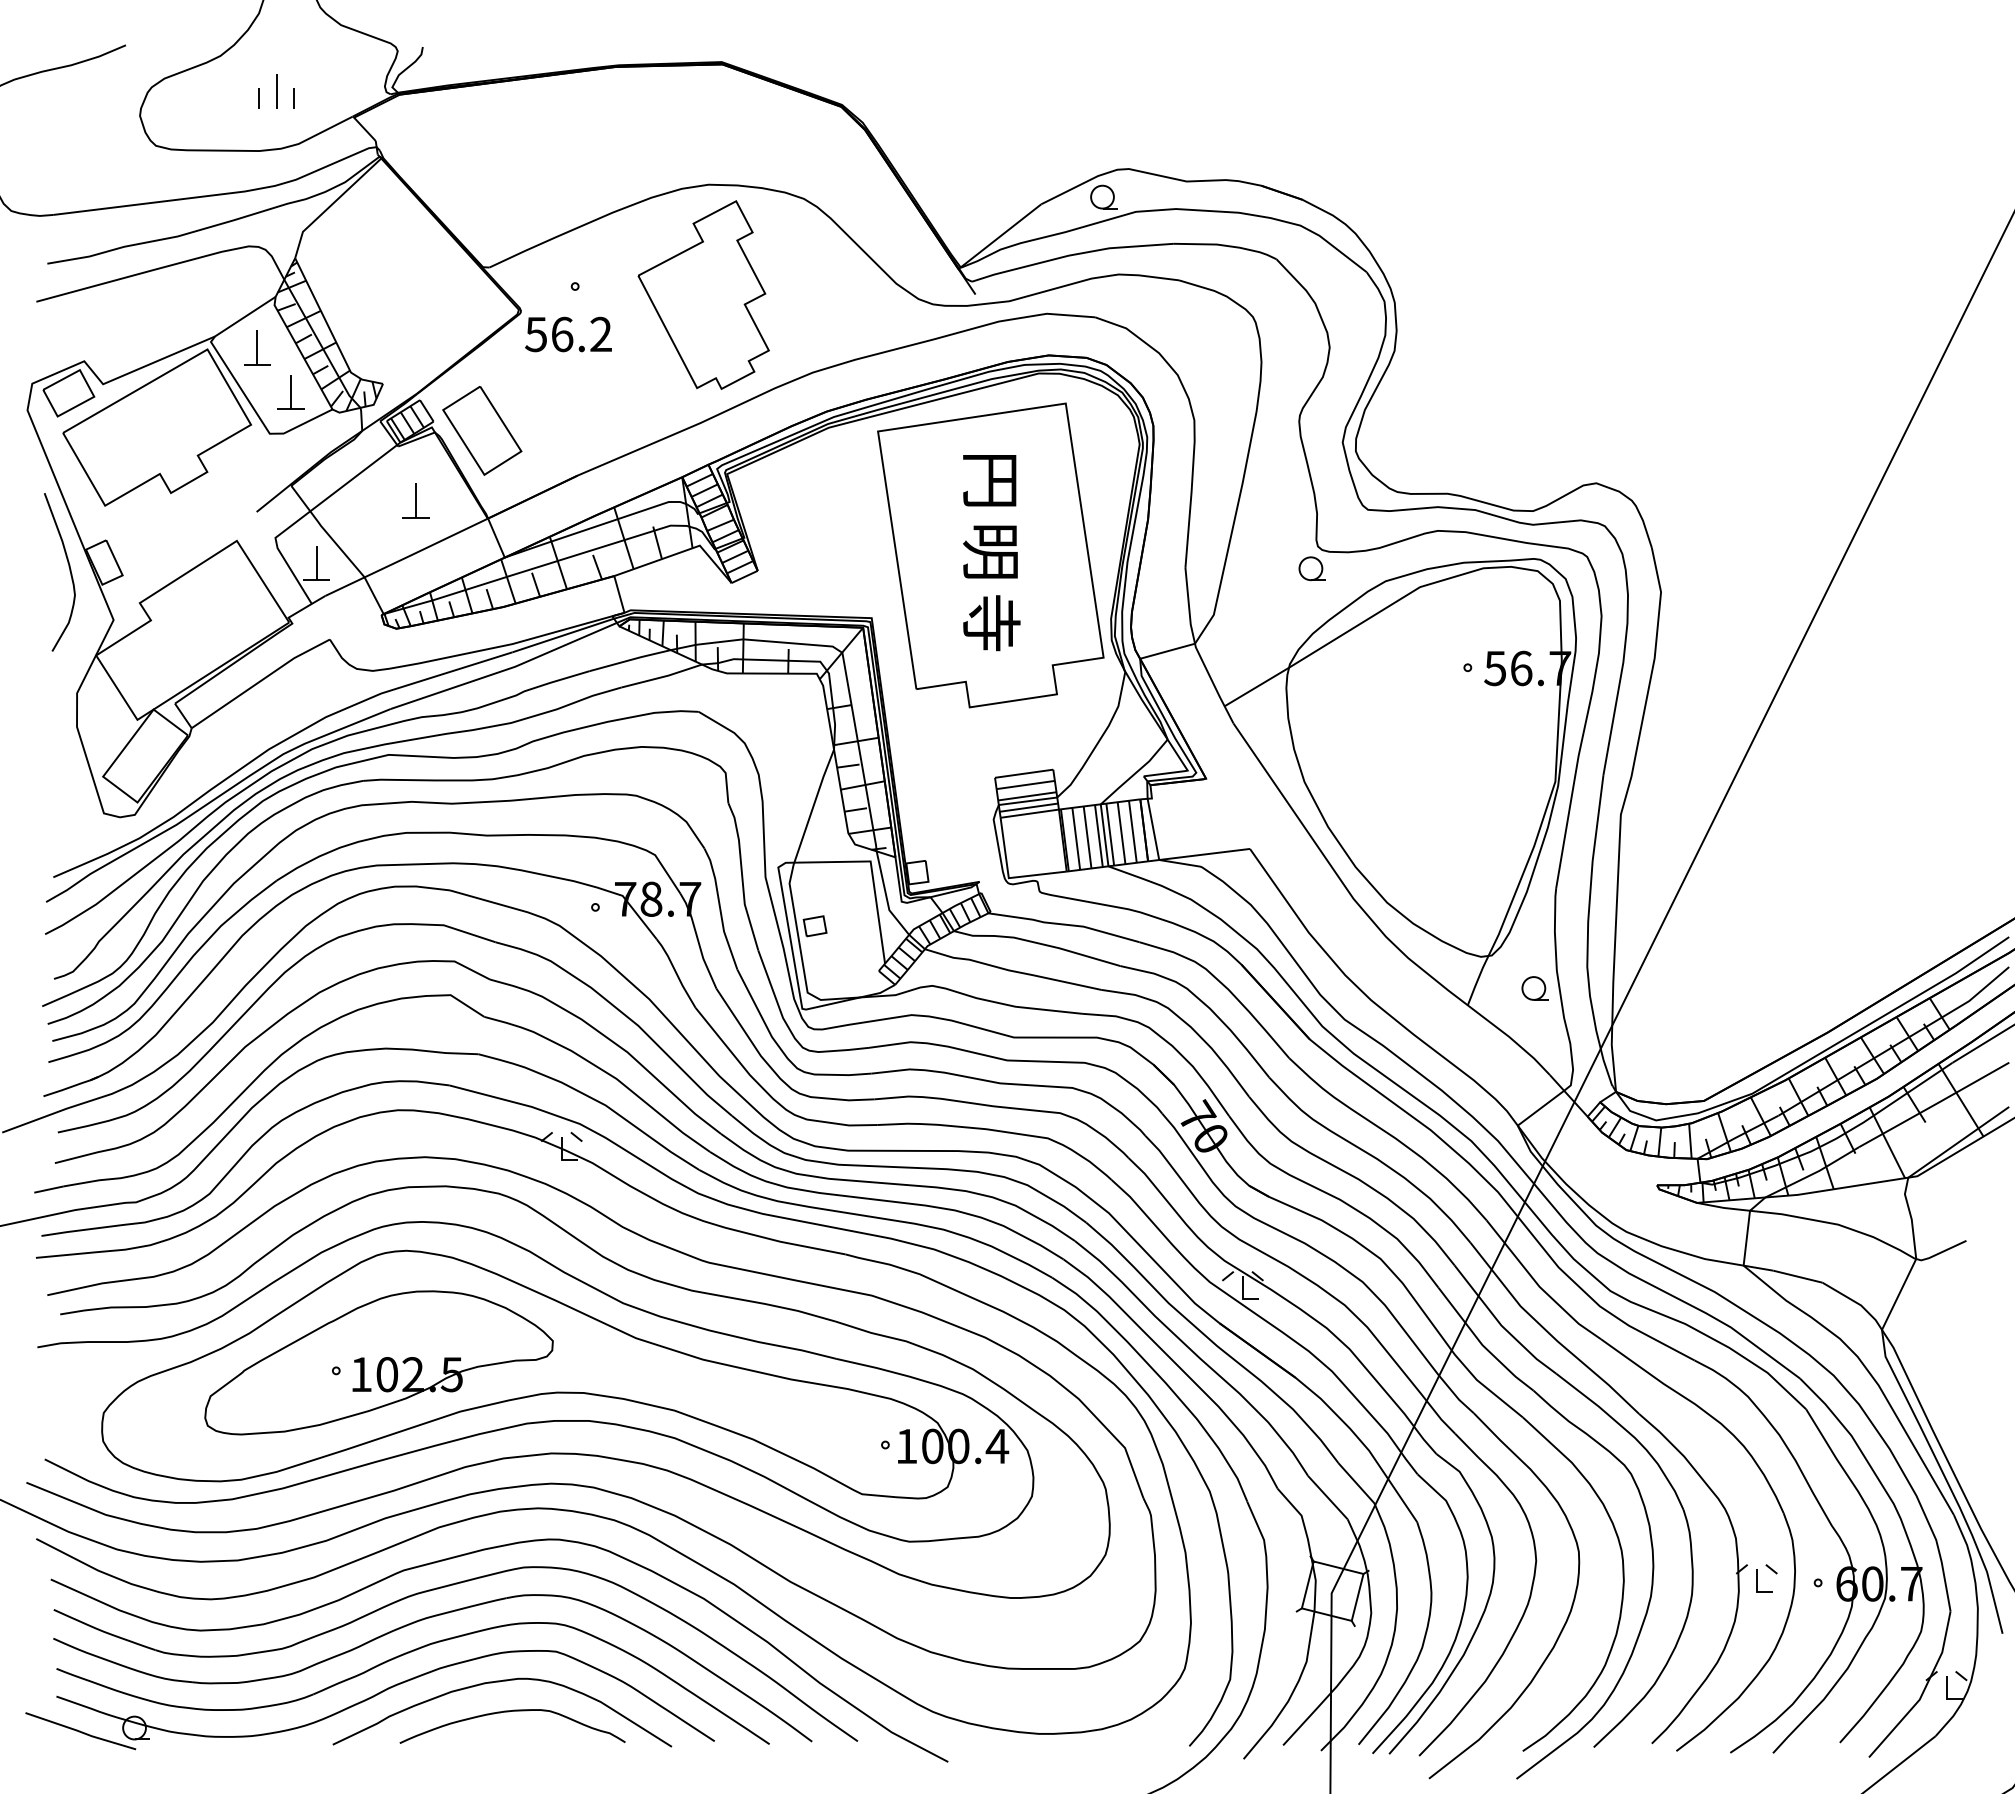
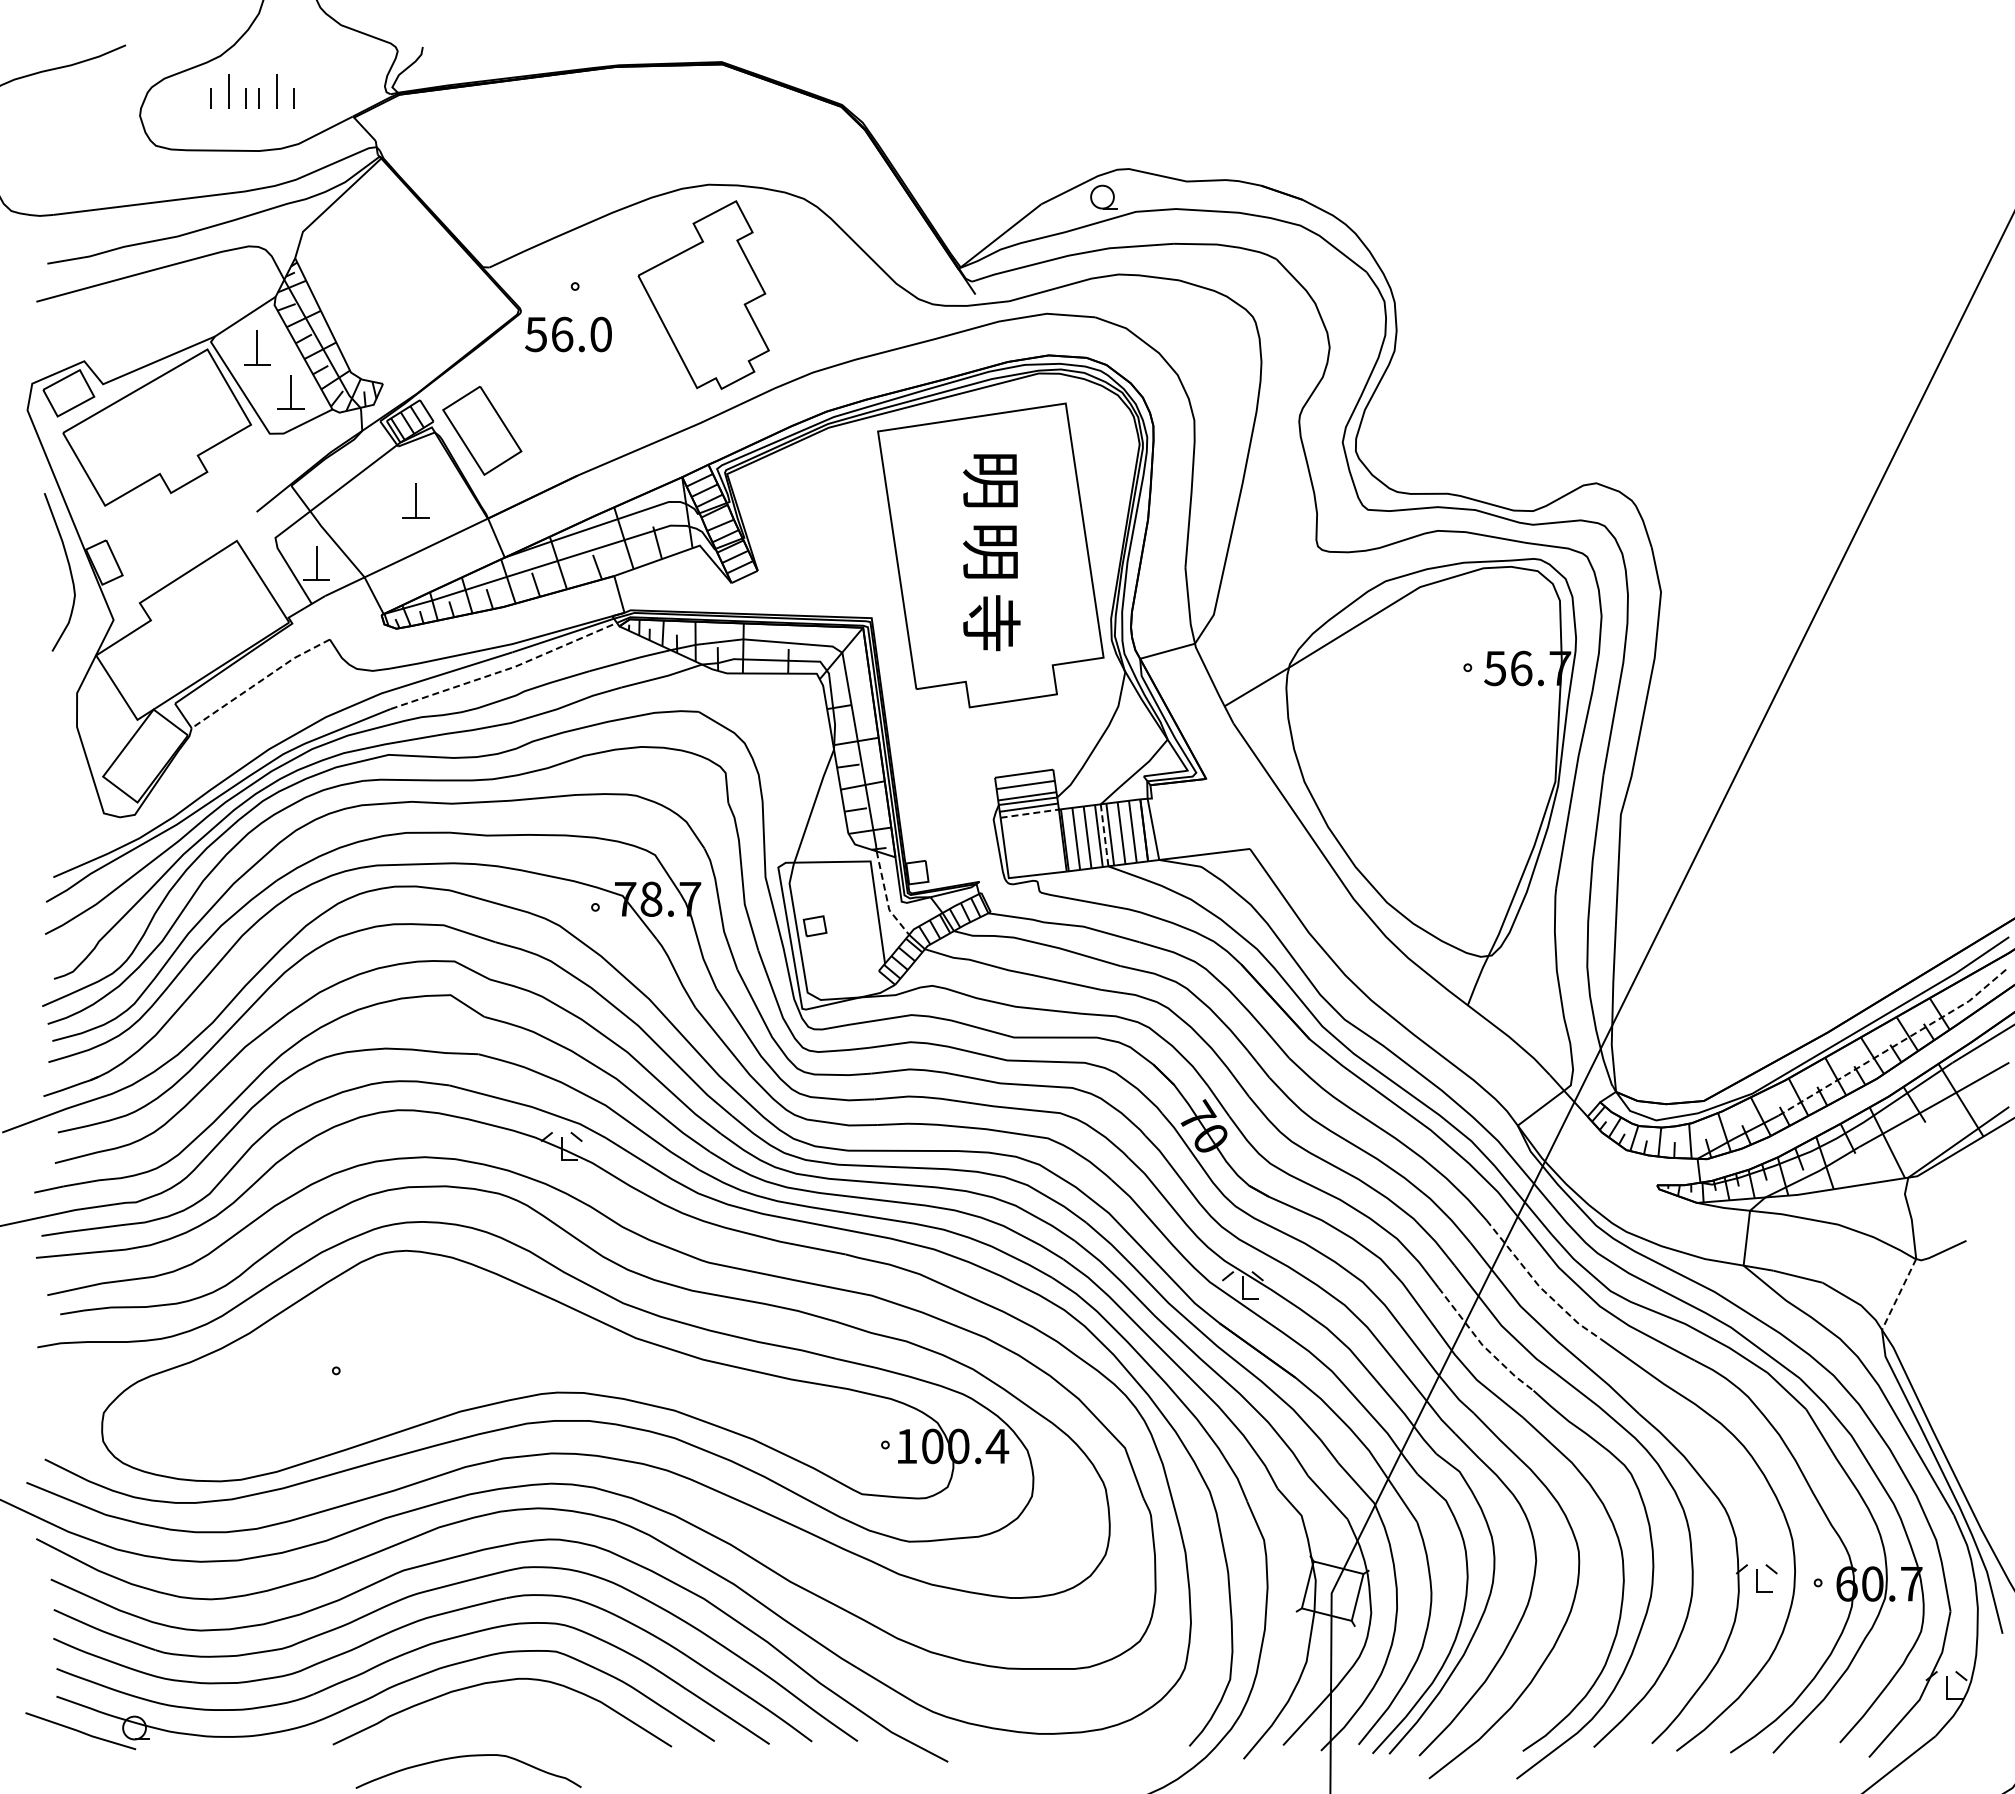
part at (228, 91): none -> present
text at (600, 334): 56.2 -> 56.0
text at (990, 480): 円 -> 明
part at (1311, 568): present -> none
line at (505, 669): solid -> dashed
line at (259, 681): solid -> dashed
line at (1030, 813): solid -> dashed
line at (1104, 835): solid -> dashed
line at (886, 896): solid -> dashed
part at (1534, 988): present -> none
line at (1897, 1044): solid -> dashed
line at (1538, 1286): solid -> dashed
line at (1898, 1294): solid -> dashed
line at (1481, 1344): solid -> dashed
part at (378, 1362): present -> none
curve at (509, 1712) position: (509, 1712) -> (465, 1757)
